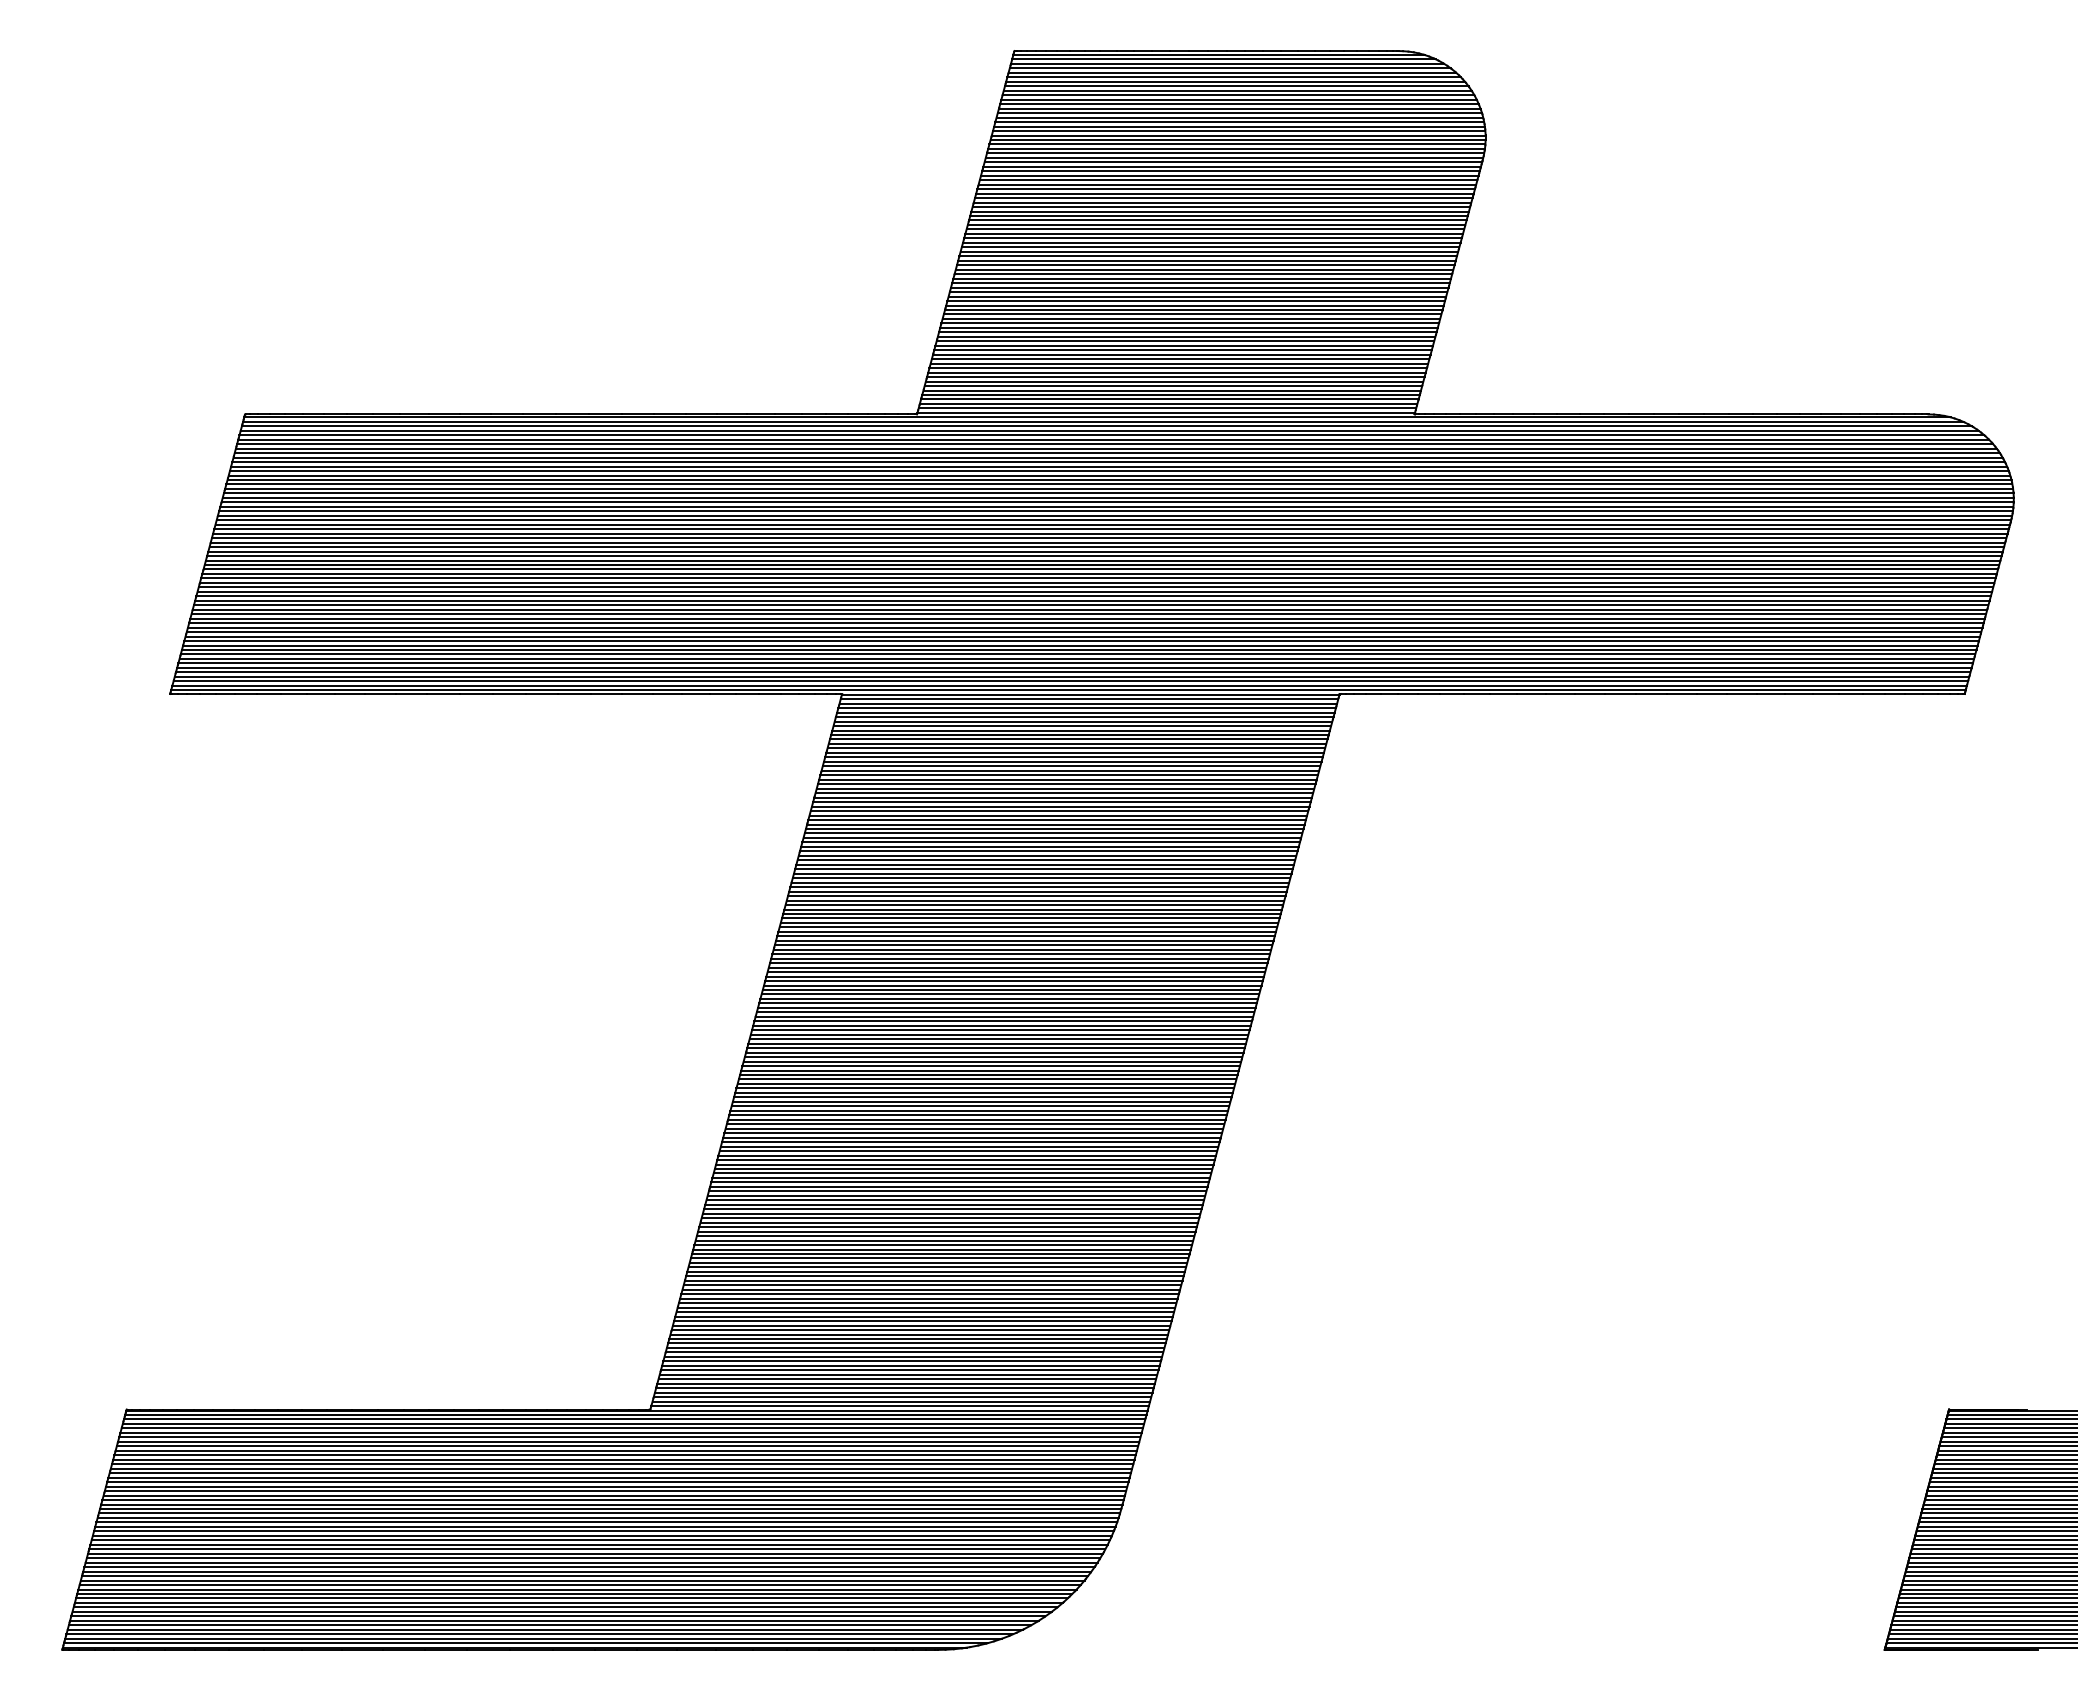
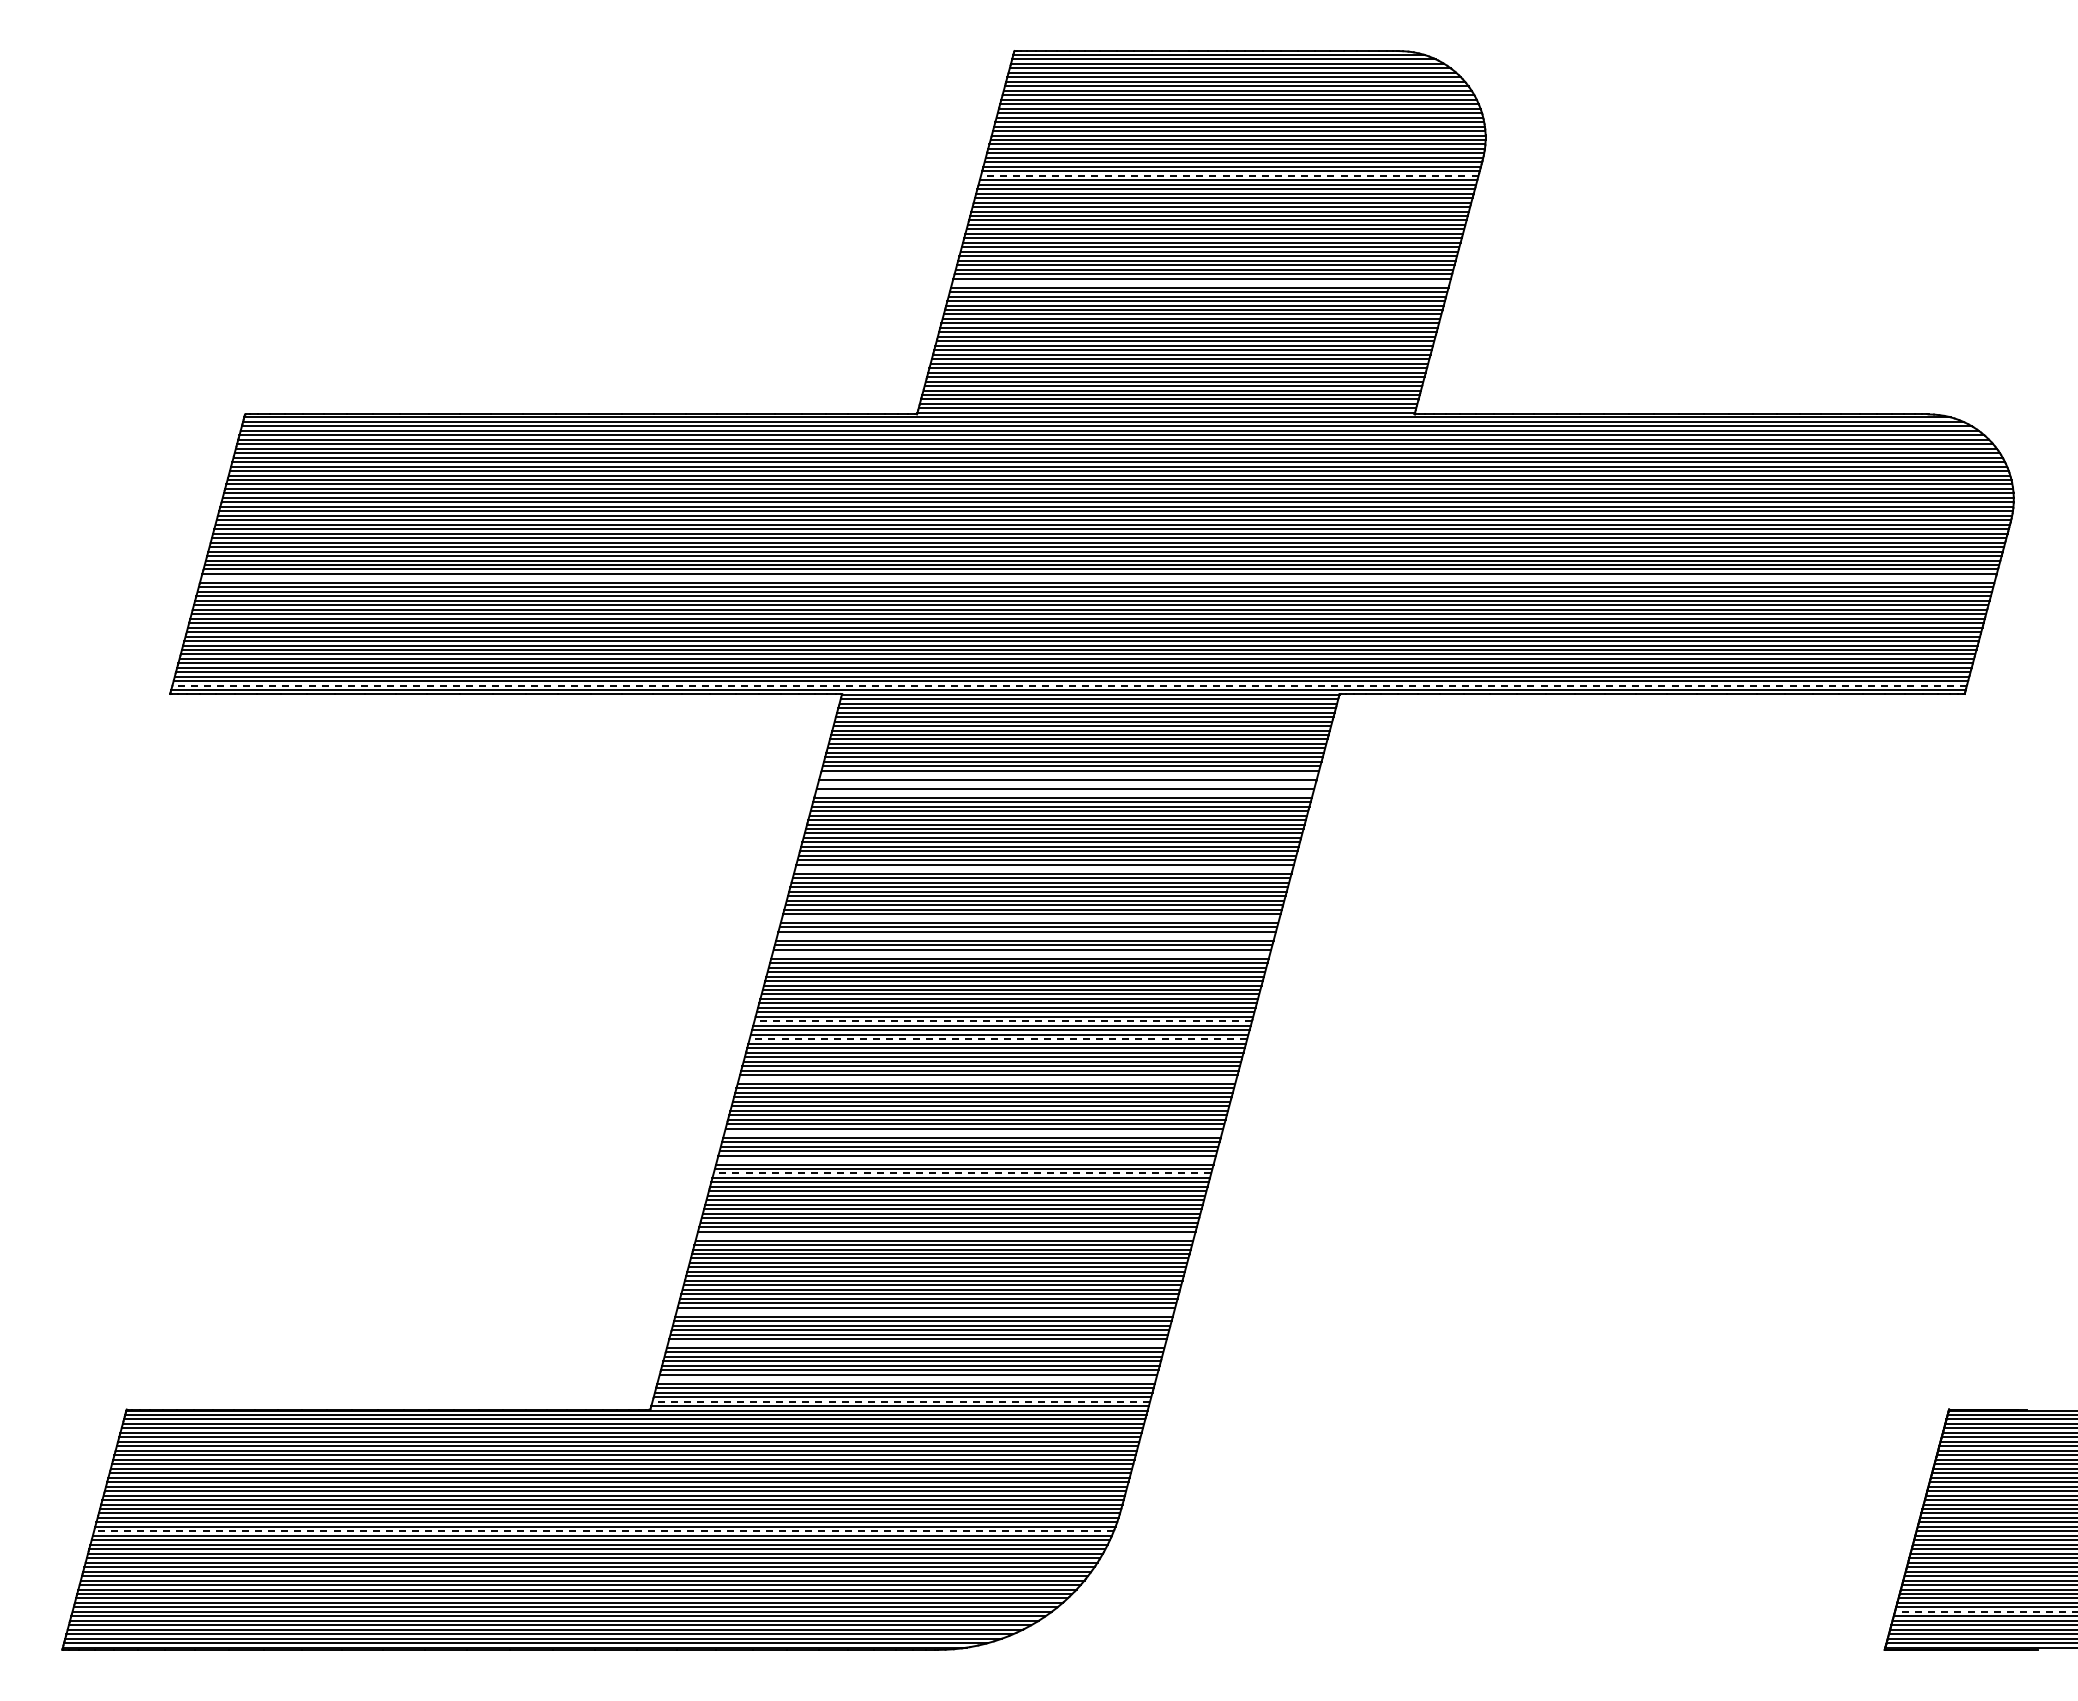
line at (1229, 175): solid -> dashed
line at (1200, 283): present -> none
line at (1098, 578): present -> none
line at (1069, 685): solid -> dashed
line at (1068, 775): present -> none
line at (1066, 784): present -> none
line at (1064, 793): present -> none
line at (1043, 869): present -> none
line at (1030, 918): present -> none
line at (1025, 936): present -> none
line at (1020, 954): present -> none
line at (1003, 1021): solid -> dashed
line at (998, 1039): solid -> dashed
line at (987, 1079): present -> none
line at (973, 1133): present -> none
line at (965, 1160): present -> none
line at (962, 1173): solid -> dashed
line at (945, 1236): present -> none
line at (925, 1312): present -> none
line at (916, 1343): present -> none
line at (907, 1379): present -> none
line at (901, 1401): solid -> dashed
line at (603, 1531): solid -> dashed
line at (1985, 1611): solid -> dashed
